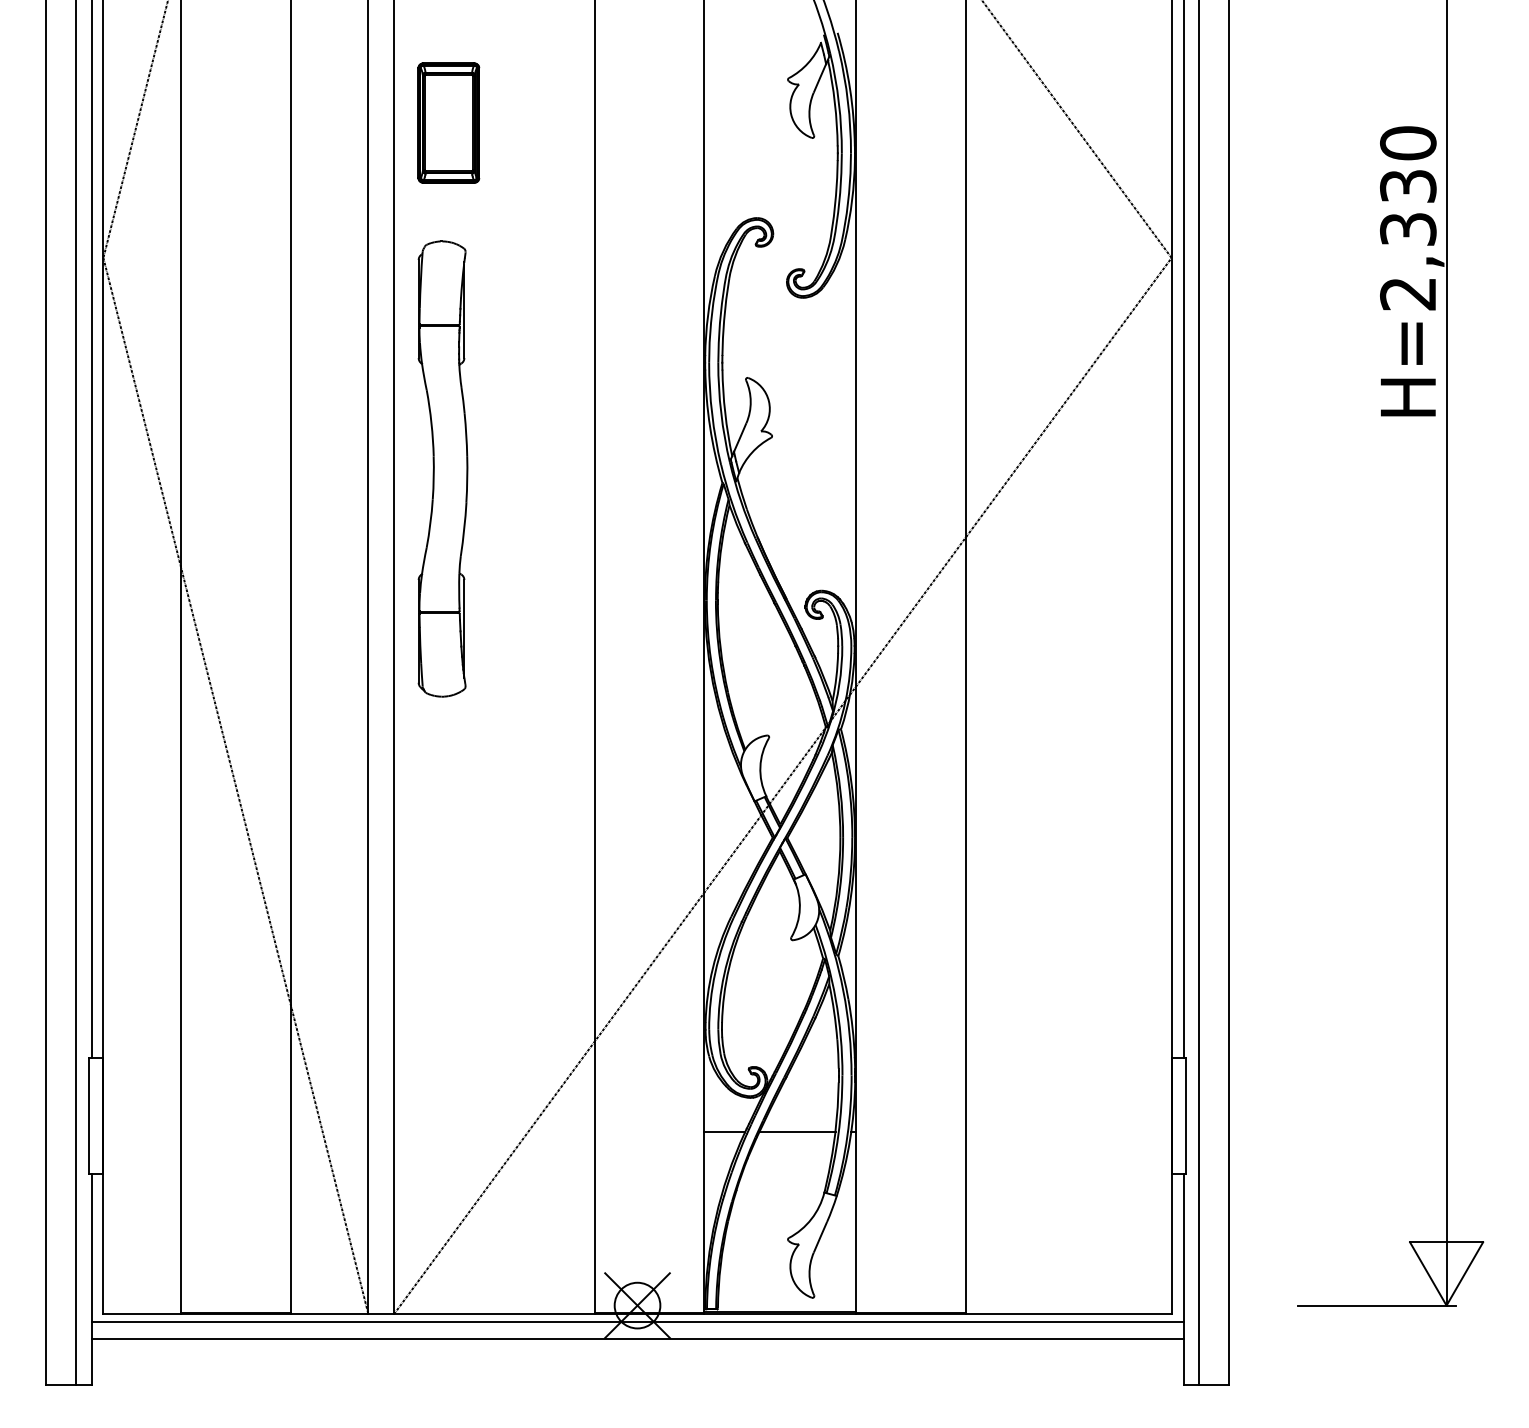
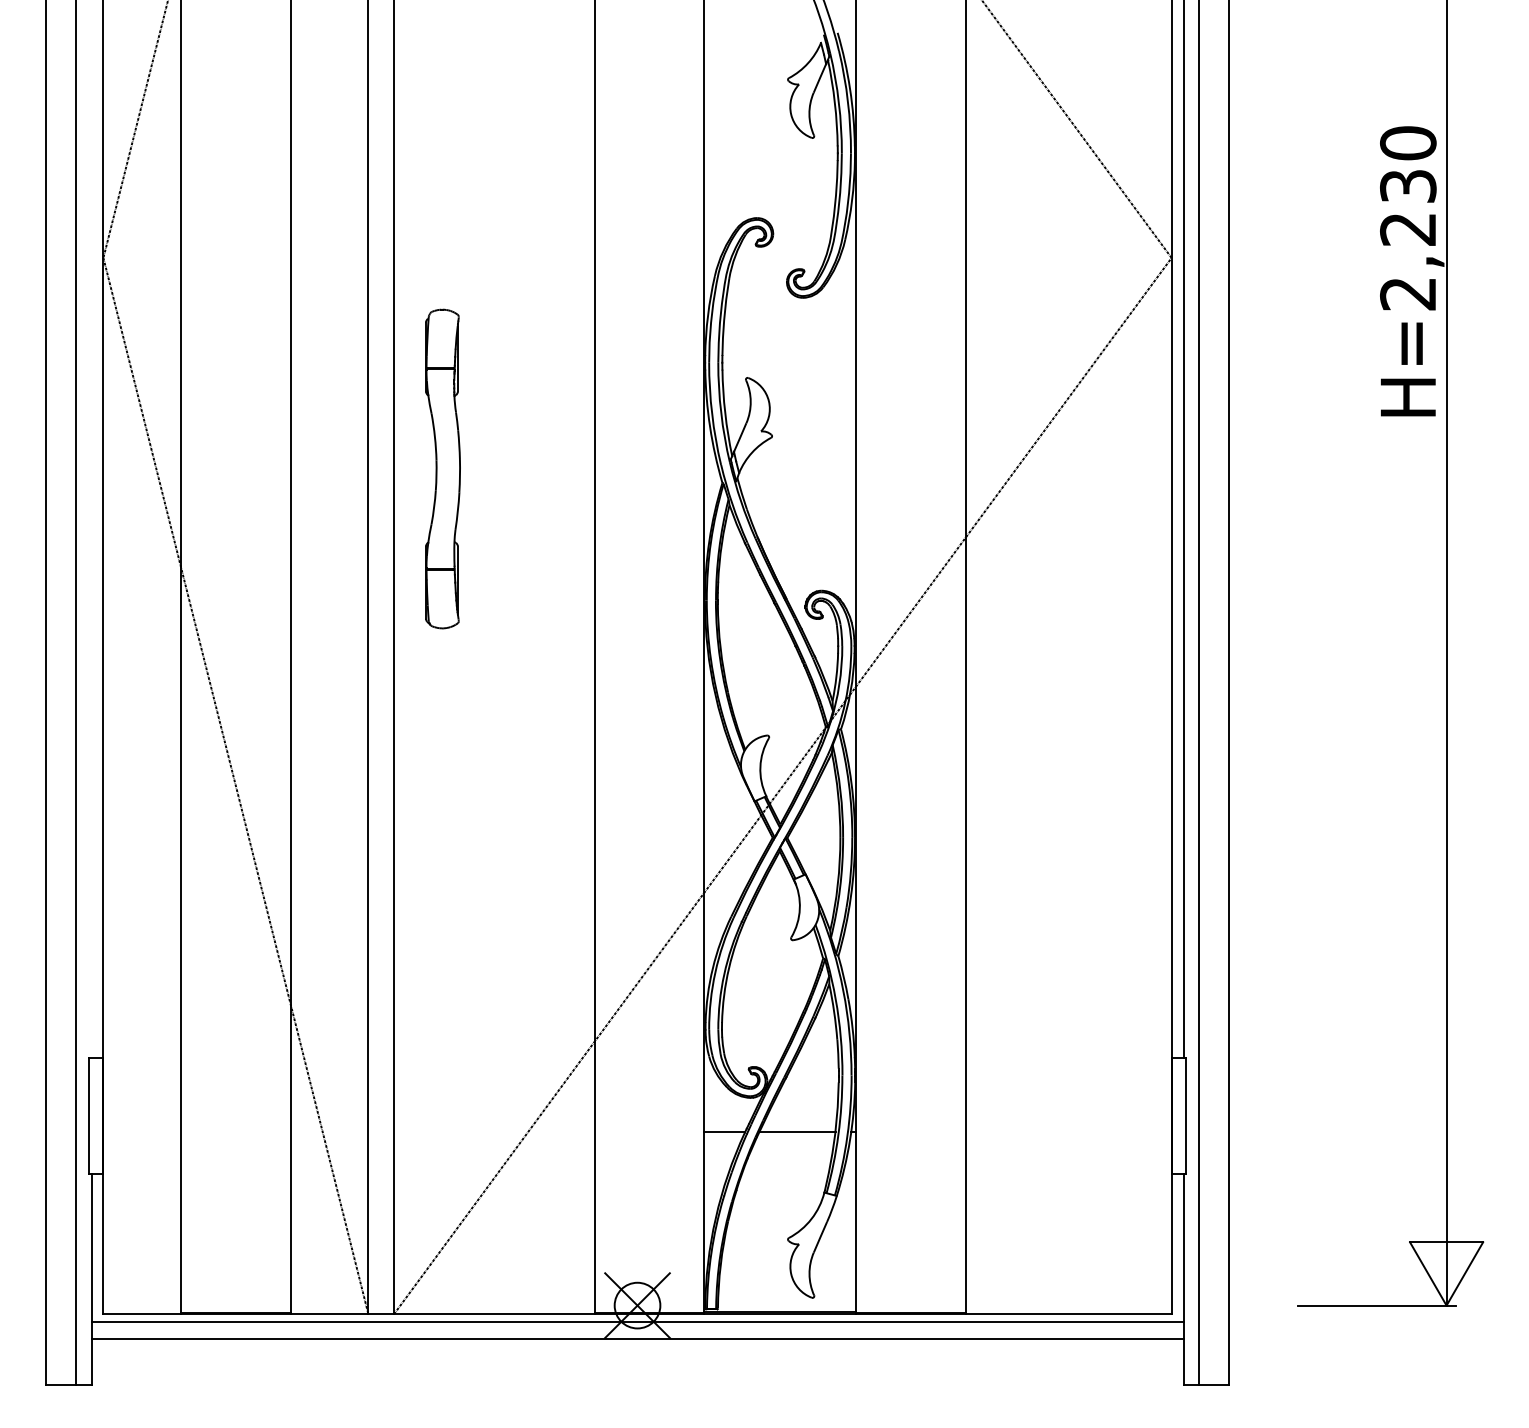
part at (448, 122): present -> none
text at (1408, 229): H=2,330 -> H=2,230
part at (442, 468) size: 52x458 px -> 36x322 px
line at (91, 529): present -> none
